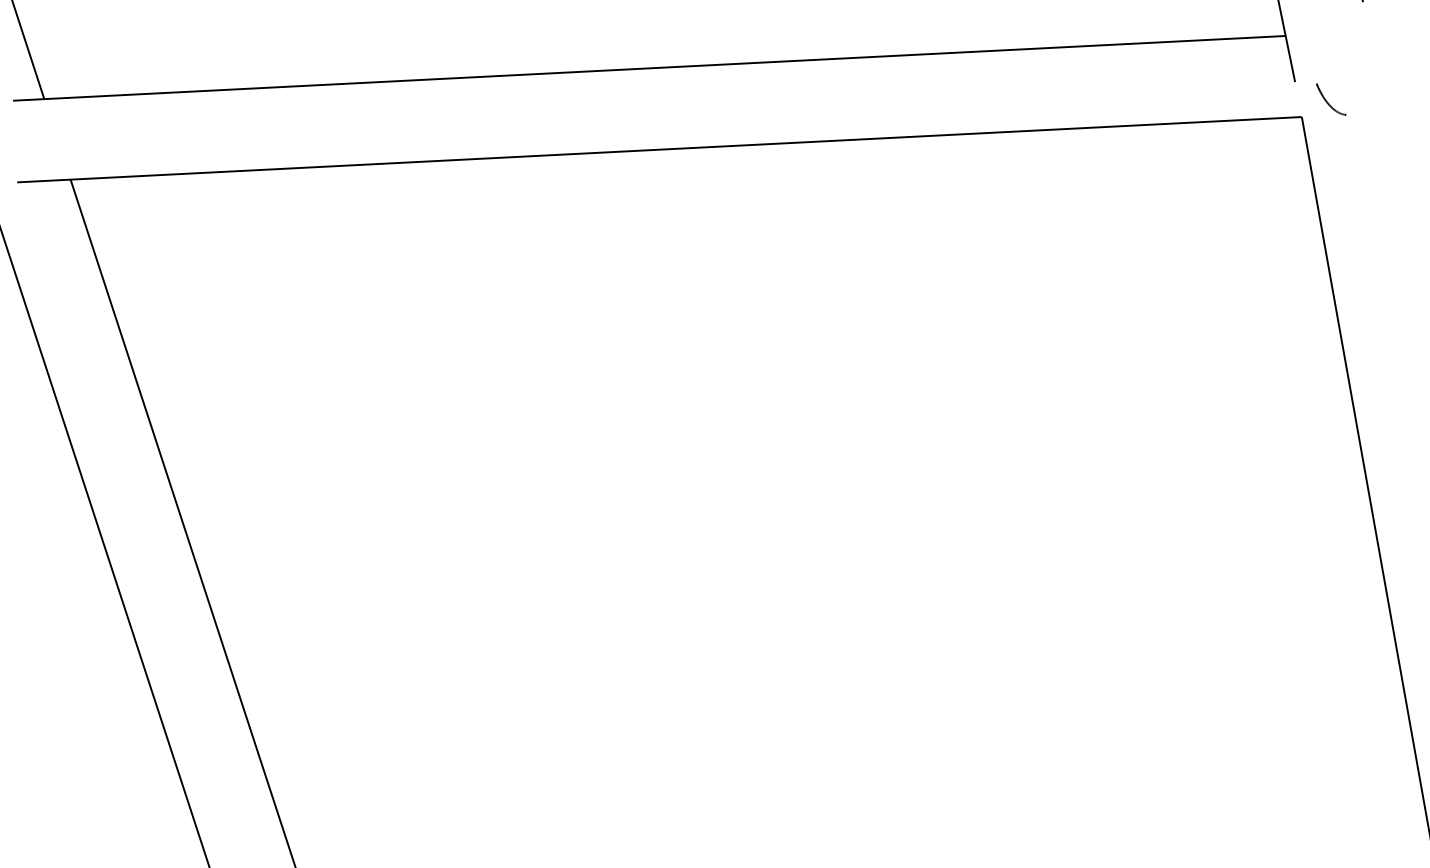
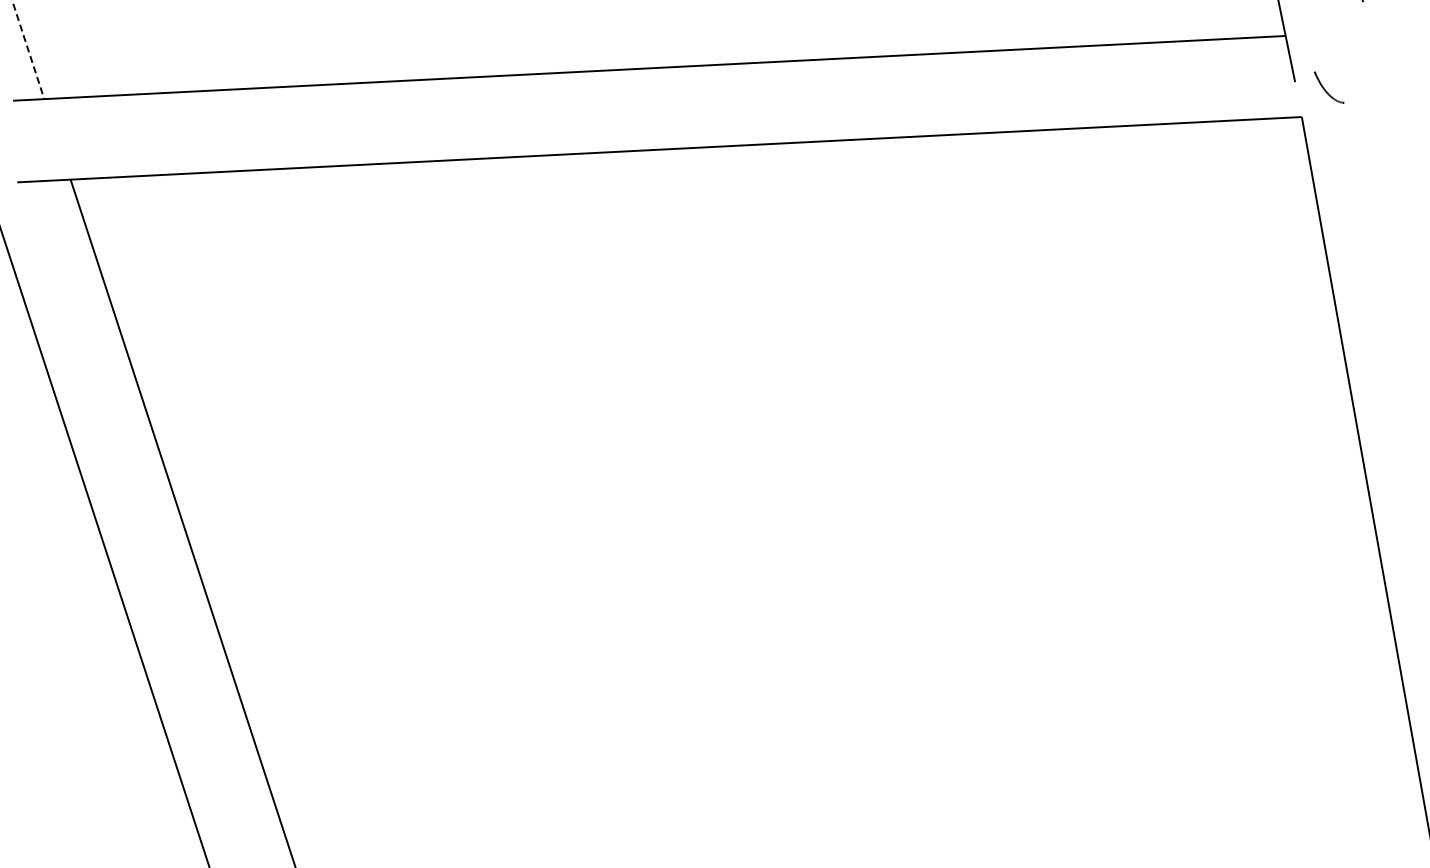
line at (28, 49): solid -> dashed
part at (1331, 99) position: (1331, 99) -> (1329, 87)
